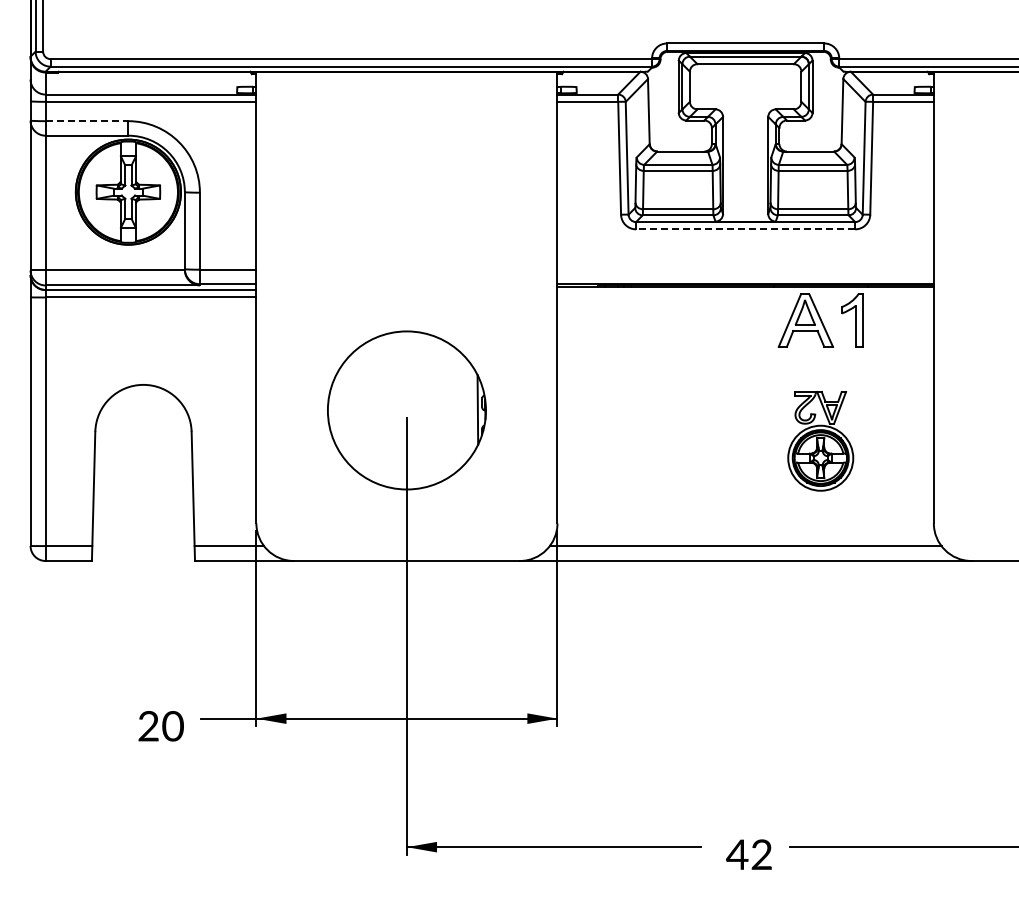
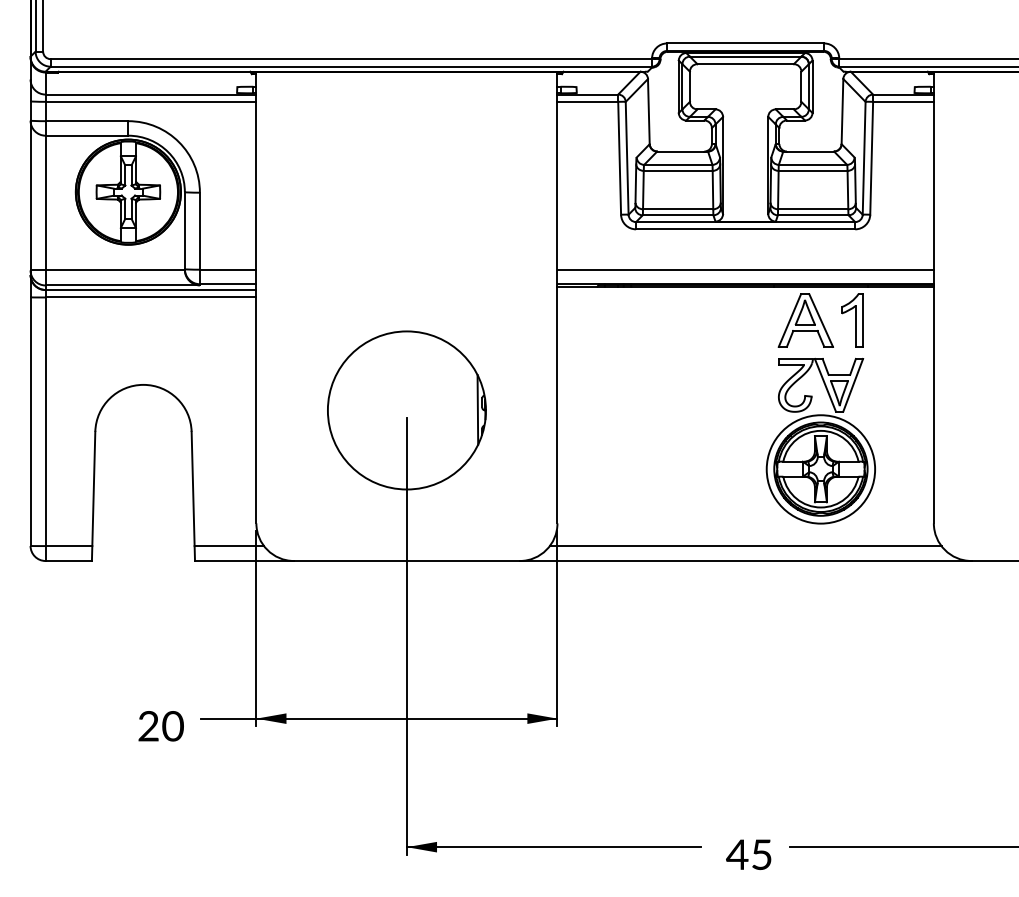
line at (87, 121): dashed -> solid
line at (745, 229): dashed -> solid
line at (745, 269): none -> present
part at (820, 441) size: 68x101 px -> 111x167 px
text at (761, 854): 42 -> 45
